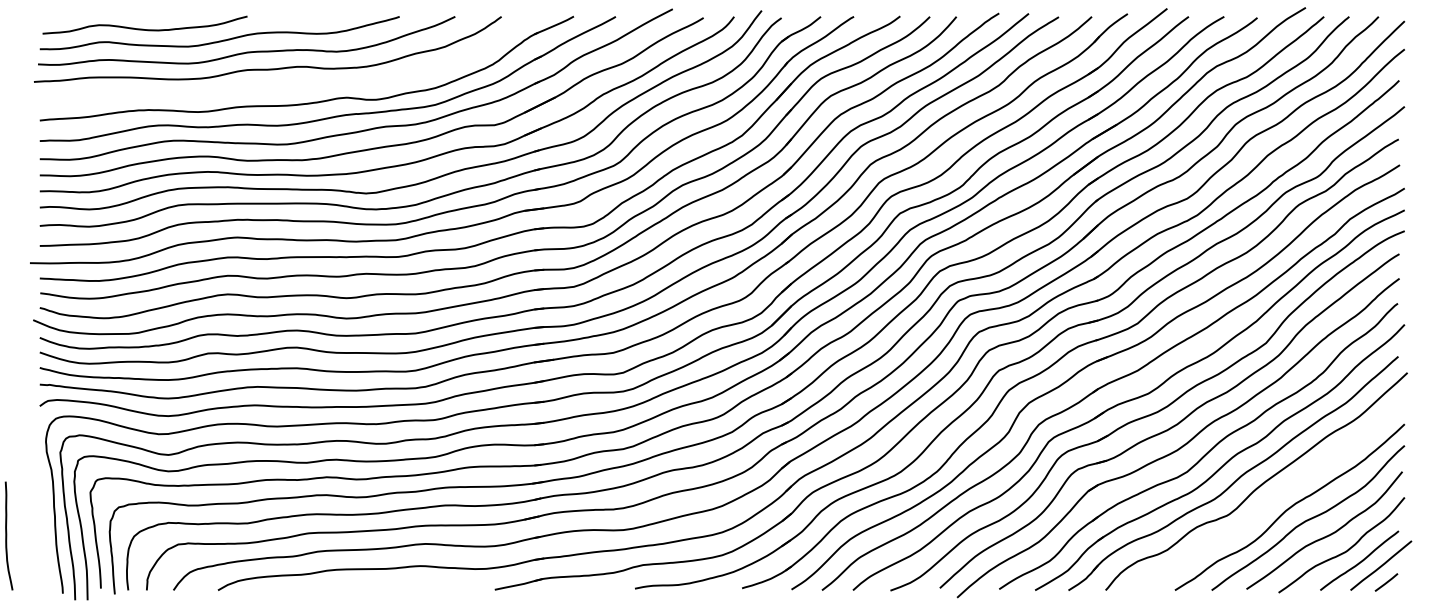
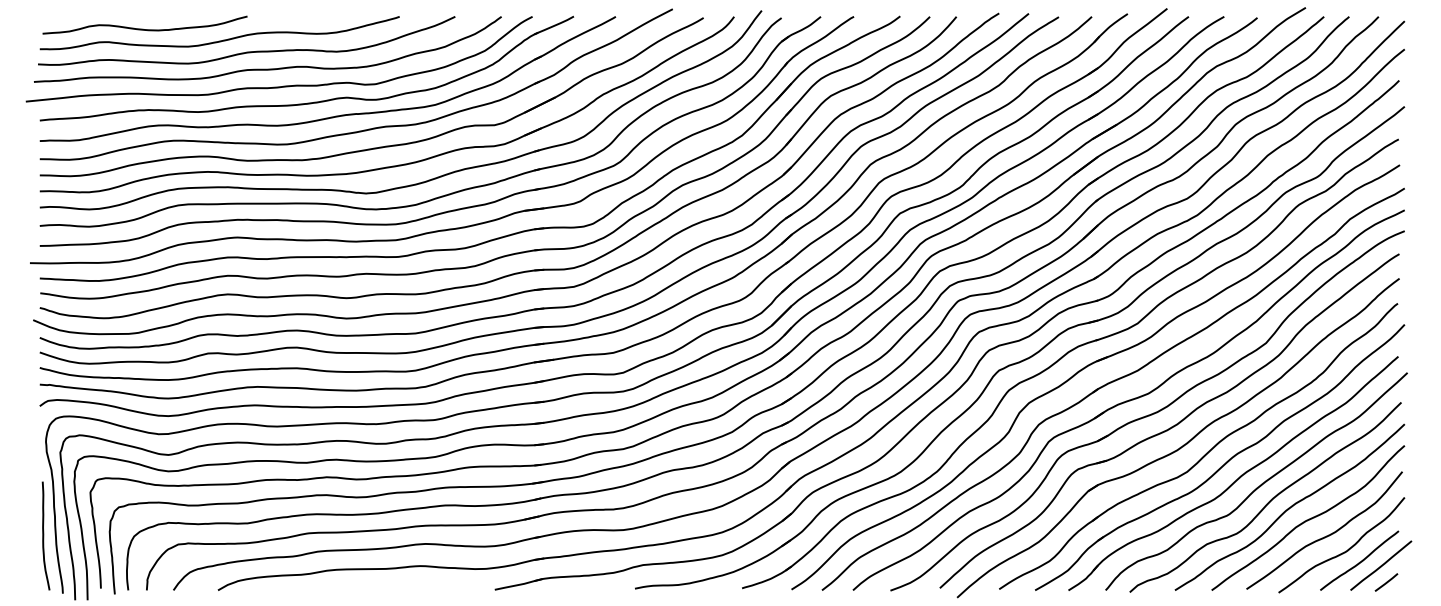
curve at (283, 85): none -> present
curve at (1269, 500): none -> present
curve at (7, 535) position: (7, 535) -> (44, 535)
